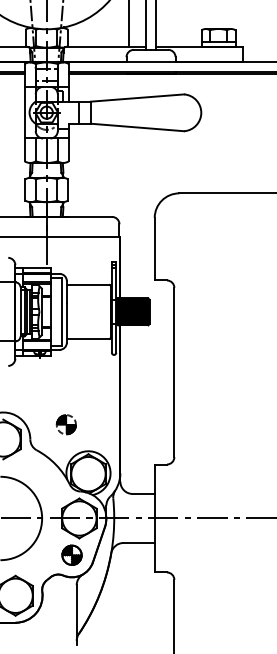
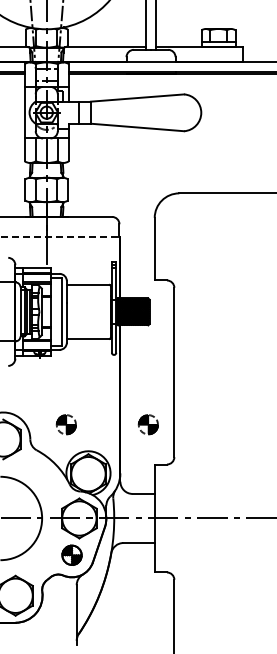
line at (128, 24): present -> none
line at (60, 236): solid -> dashed
part at (147, 424): none -> present
